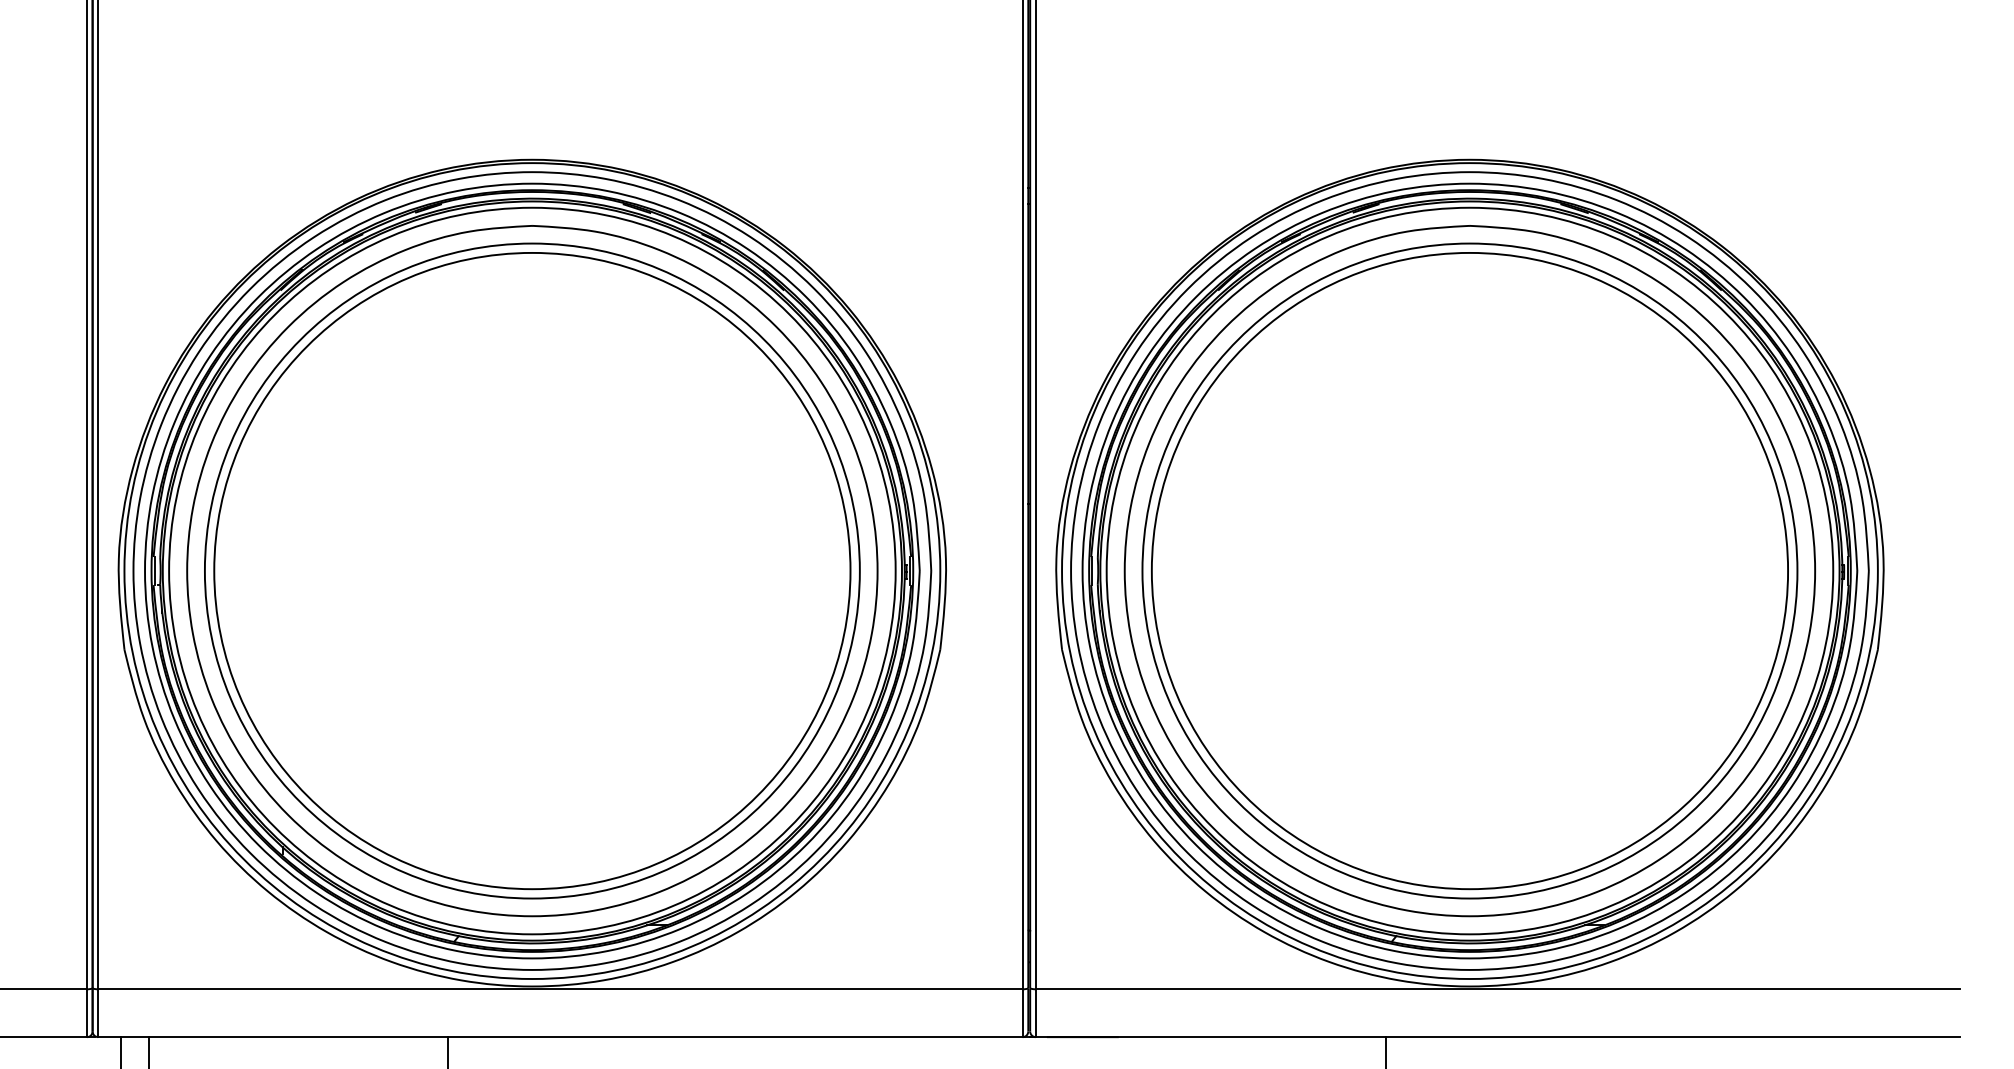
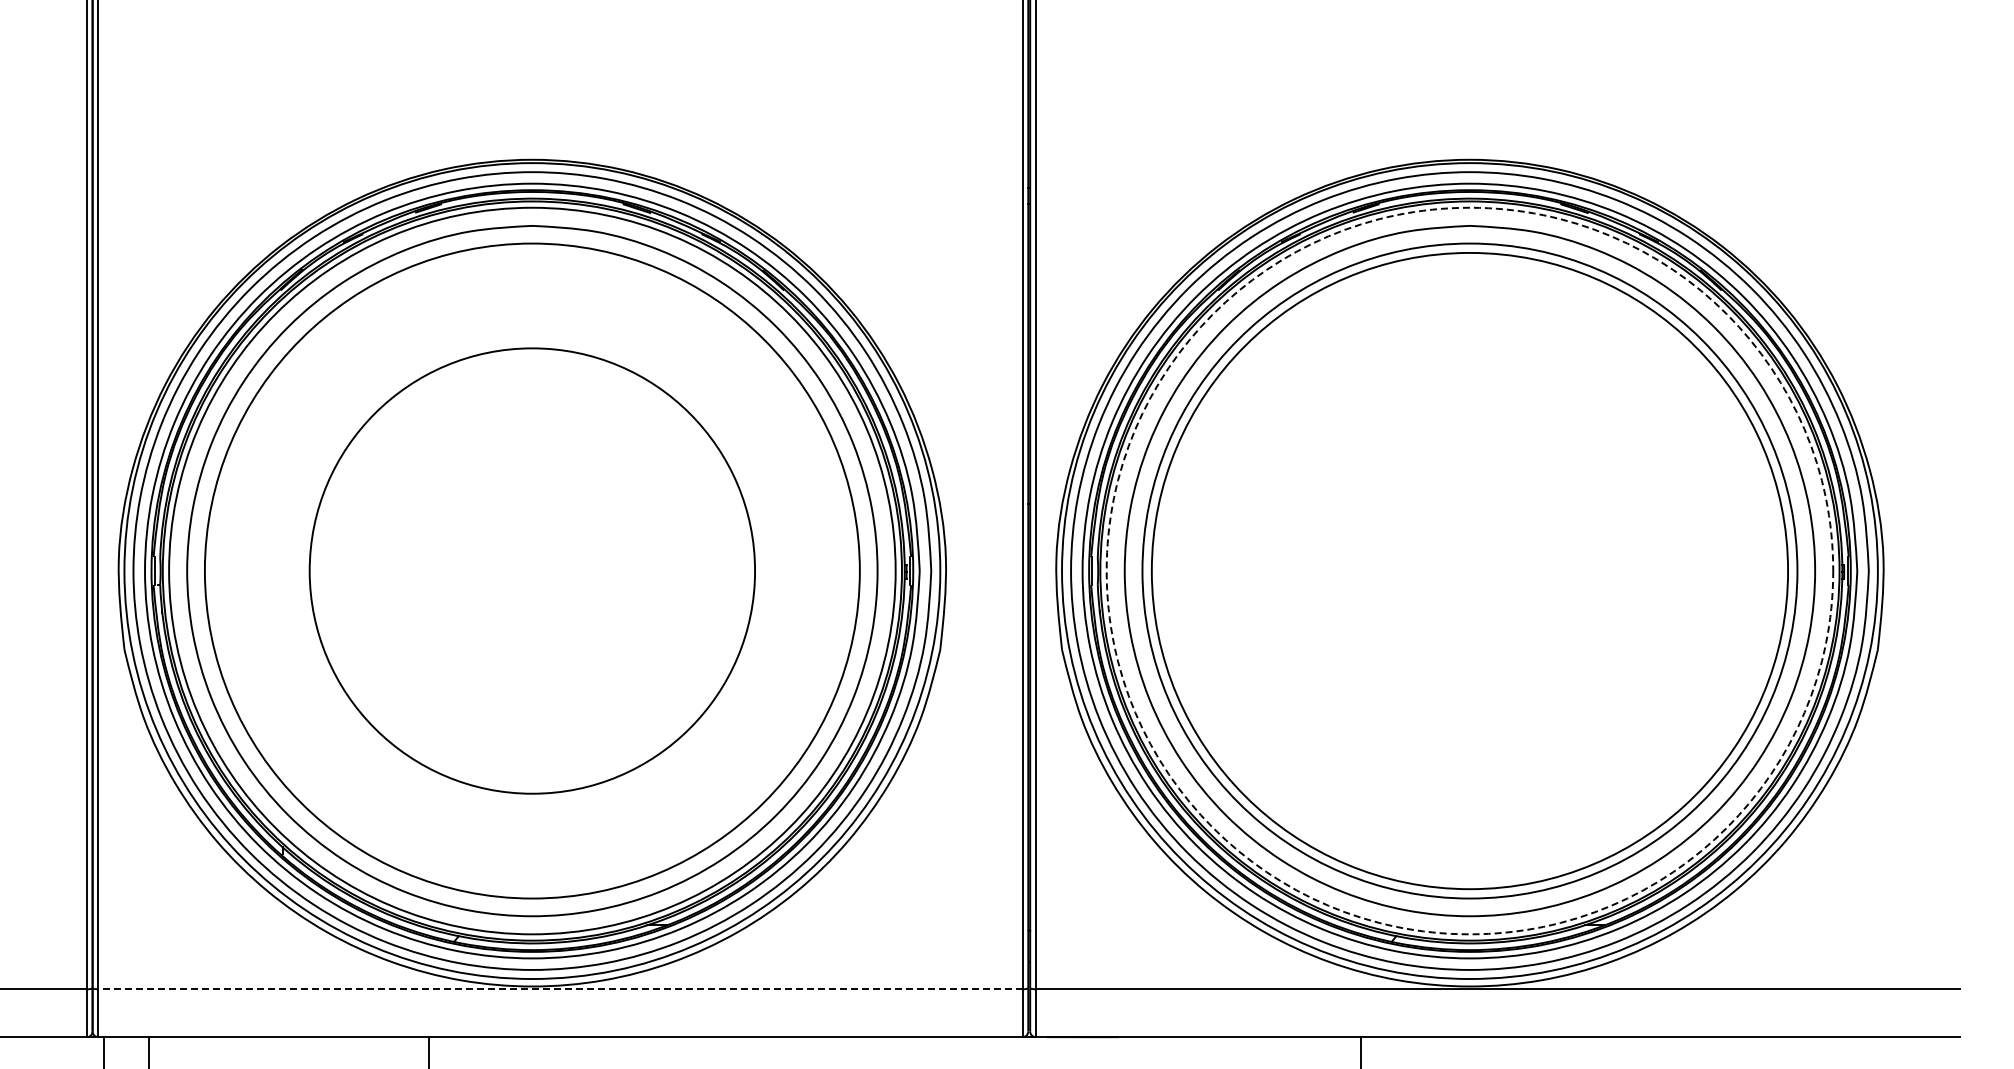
circle at (532, 570) diameter: 636 px -> 445 px
circle at (1469, 570): solid -> dashed
line at (559, 989): solid -> dashed
line at (120, 1051) position: (120, 1051) -> (103, 1051)
line at (448, 1051) position: (448, 1051) -> (429, 1051)
line at (1385, 1051) position: (1385, 1051) -> (1360, 1051)
